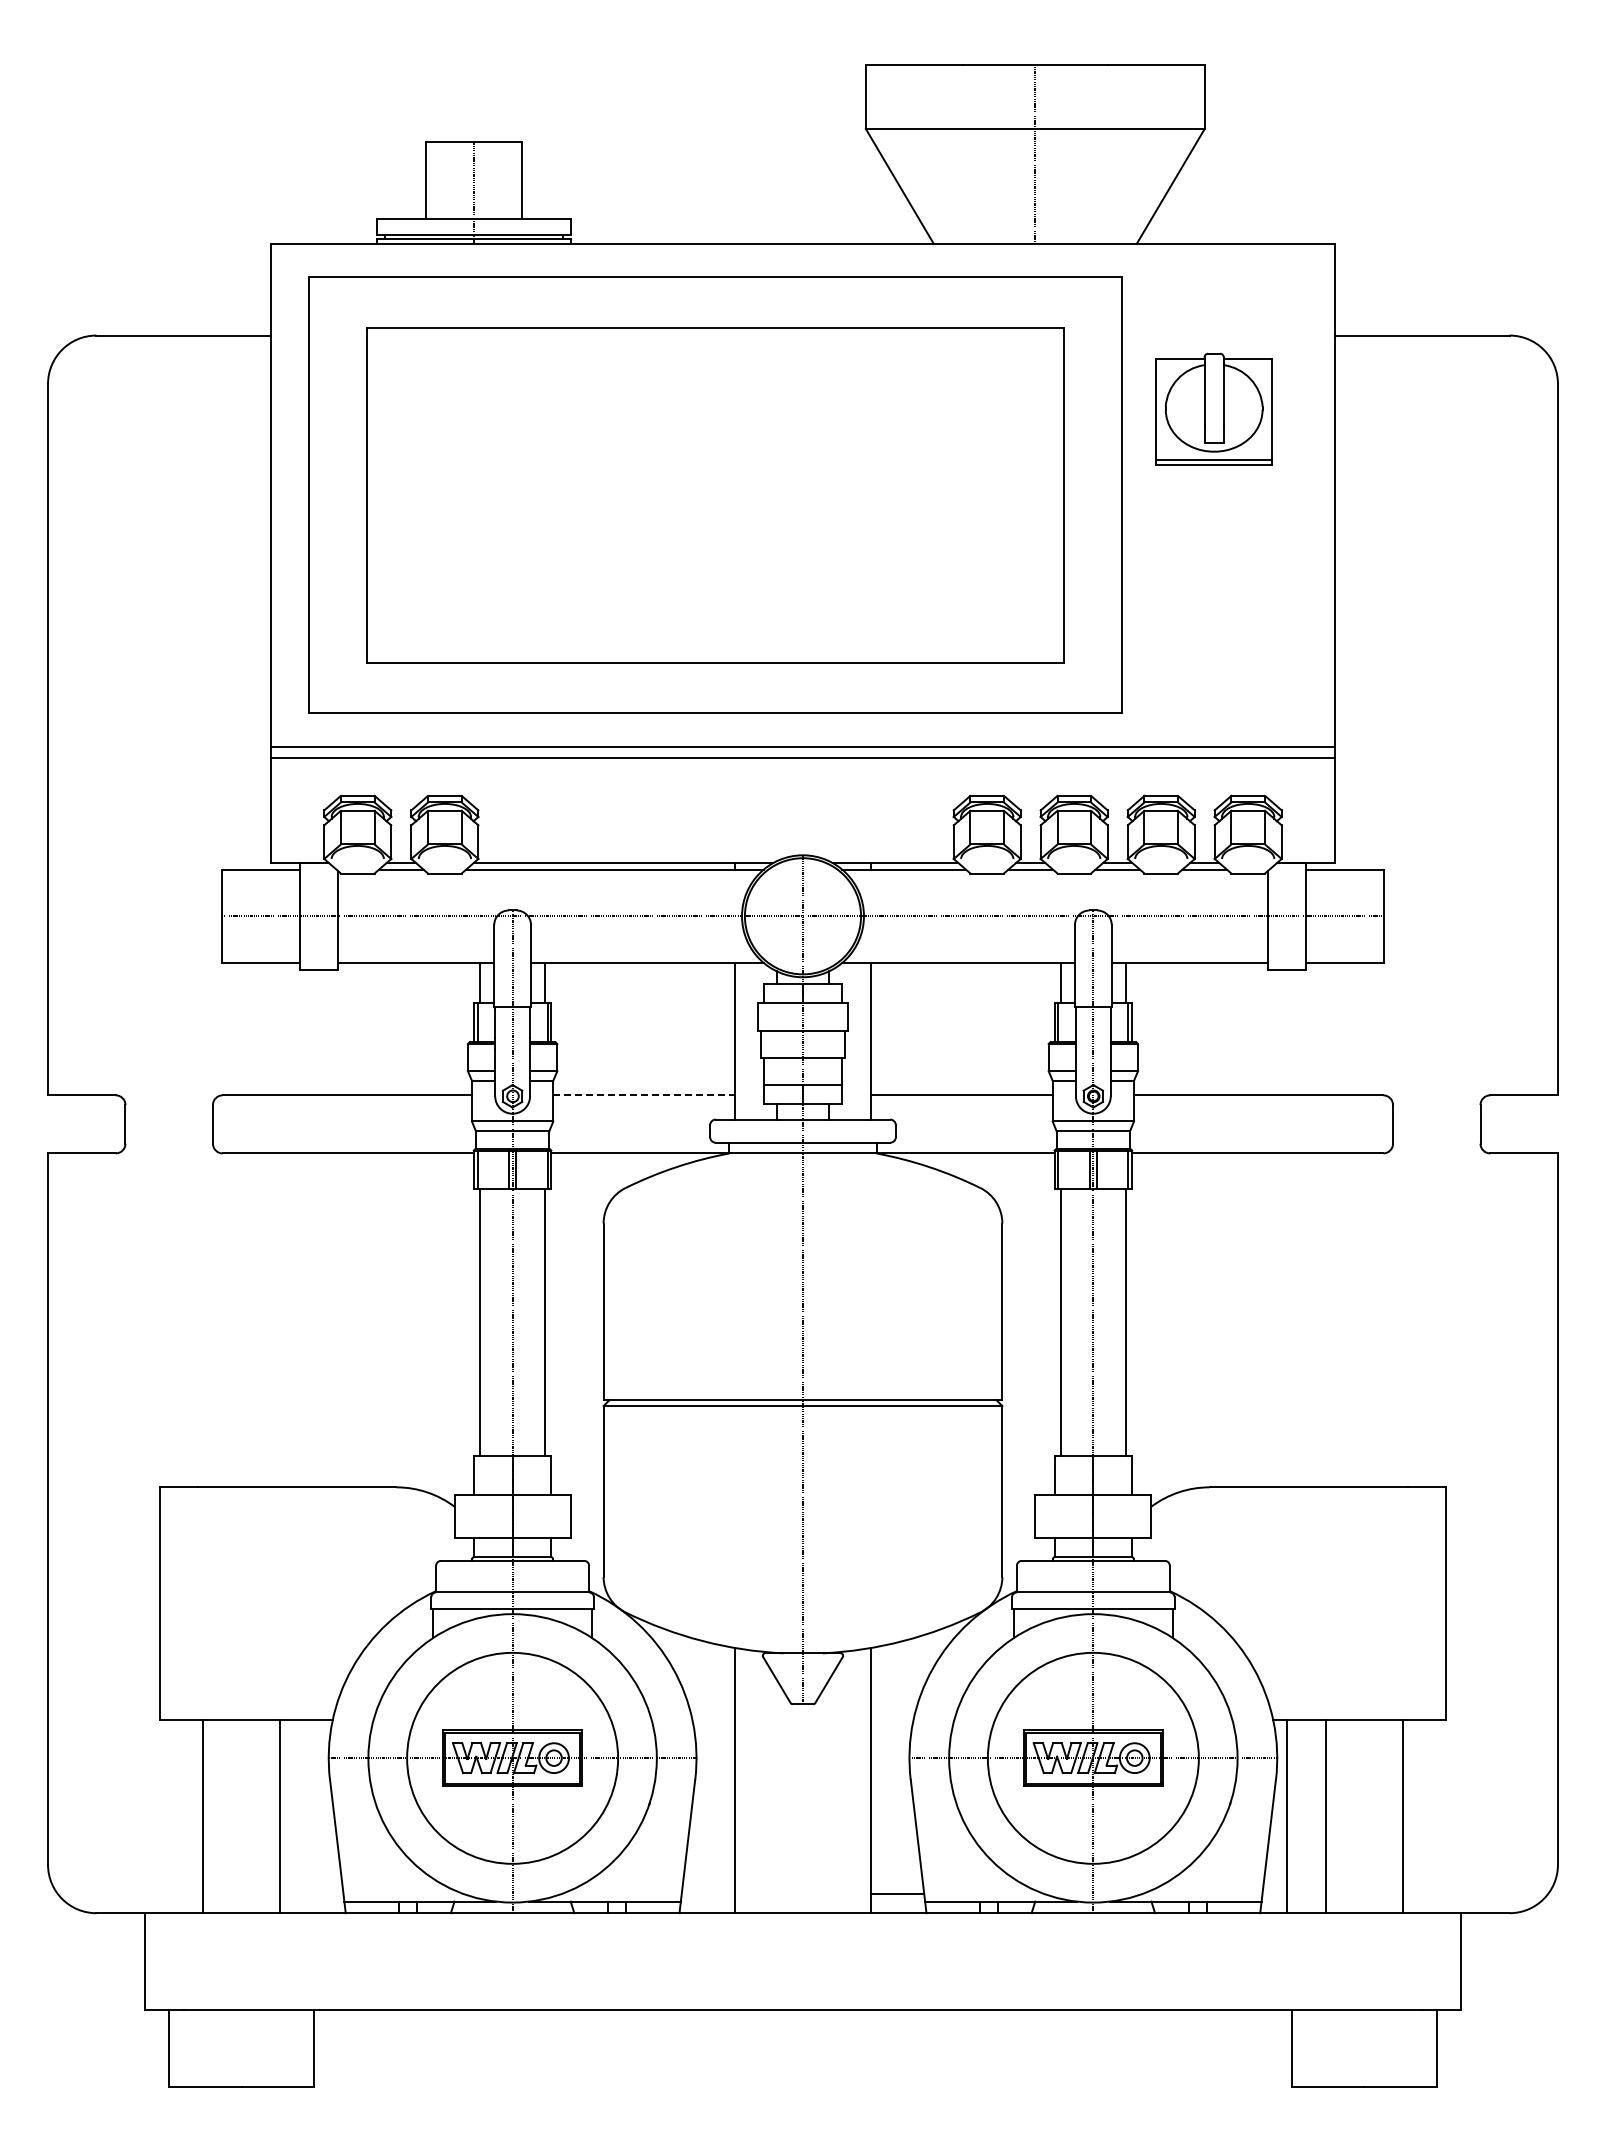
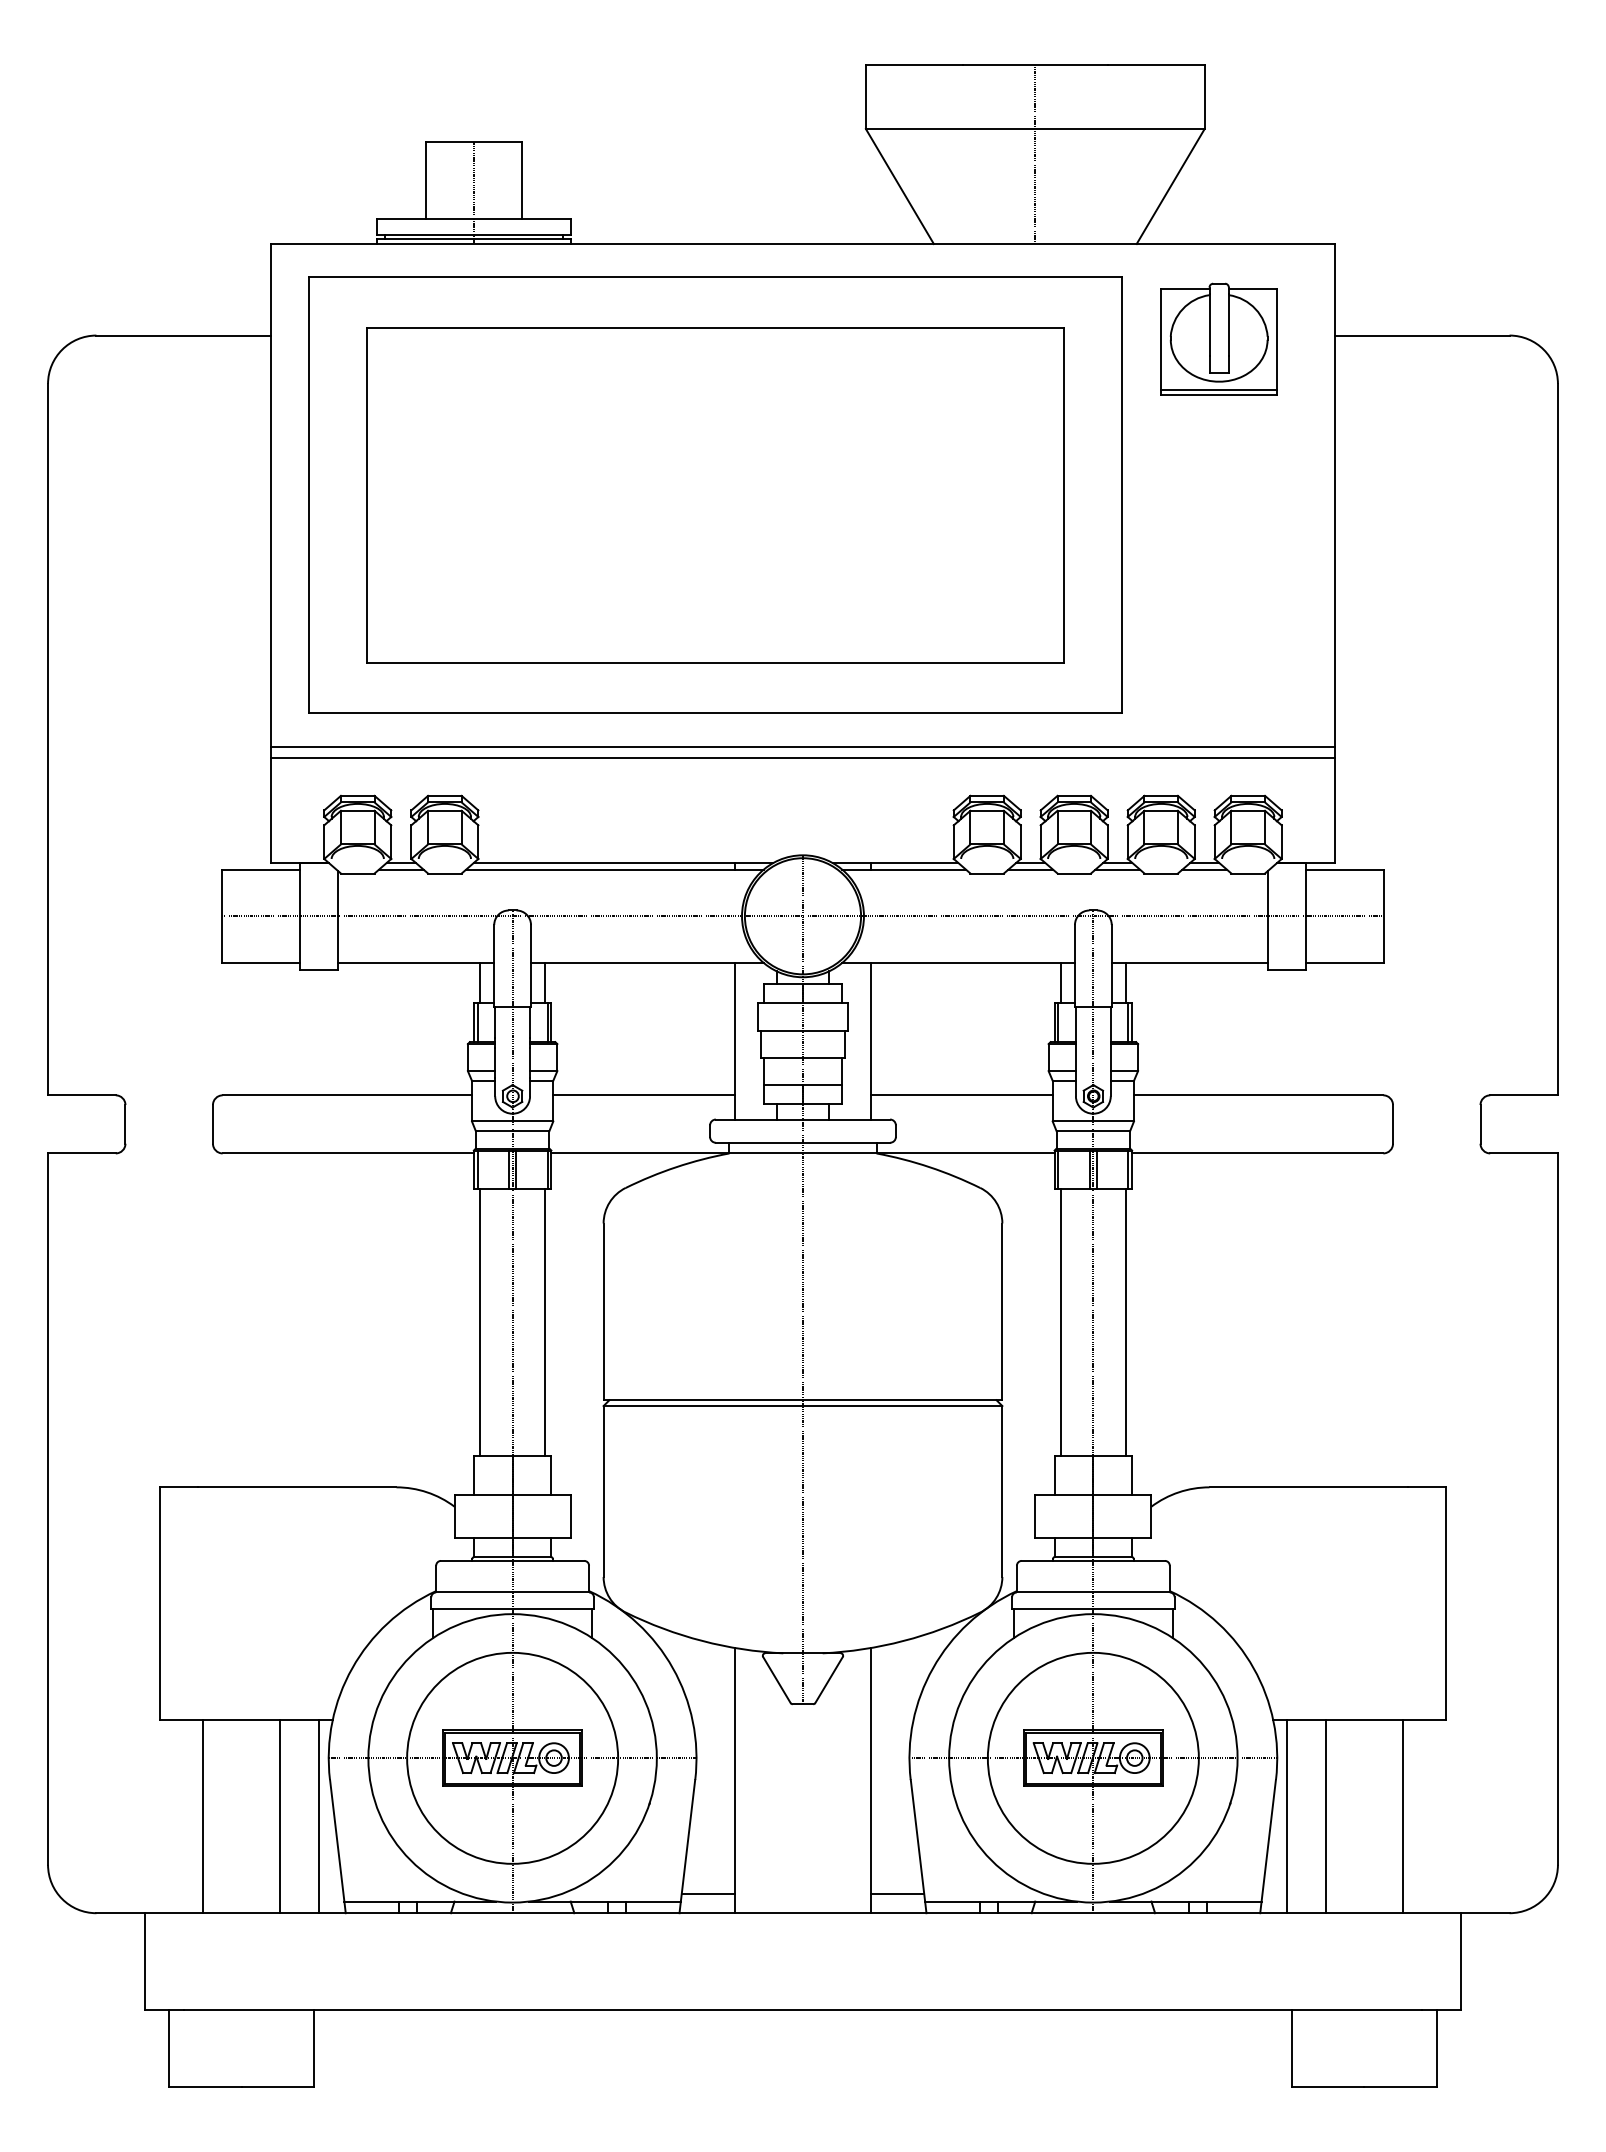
part at (1213, 408) position: (1213, 408) -> (1218, 338)
line at (644, 1095): dashed -> solid
line at (319, 1816): none -> present
line at (708, 1893): none -> present
